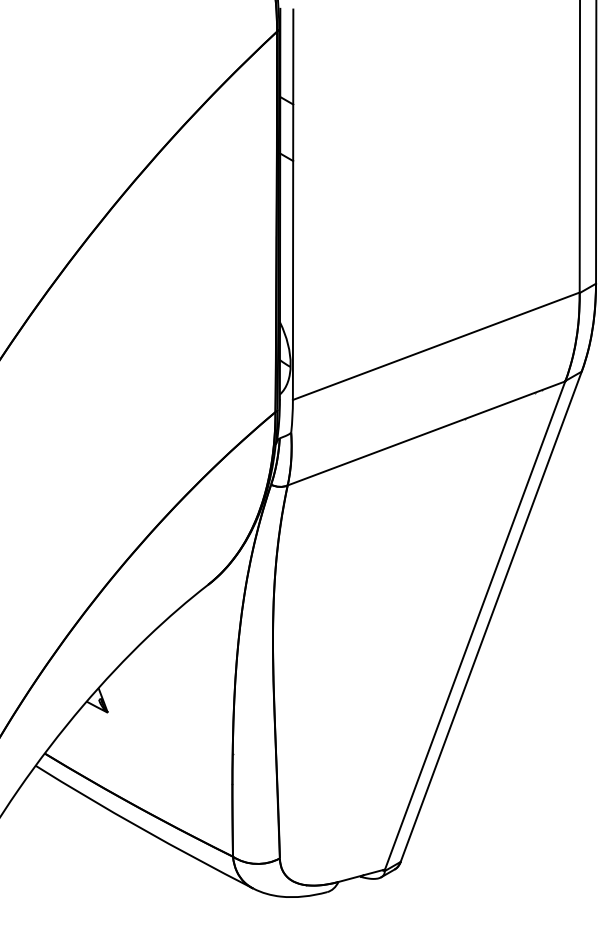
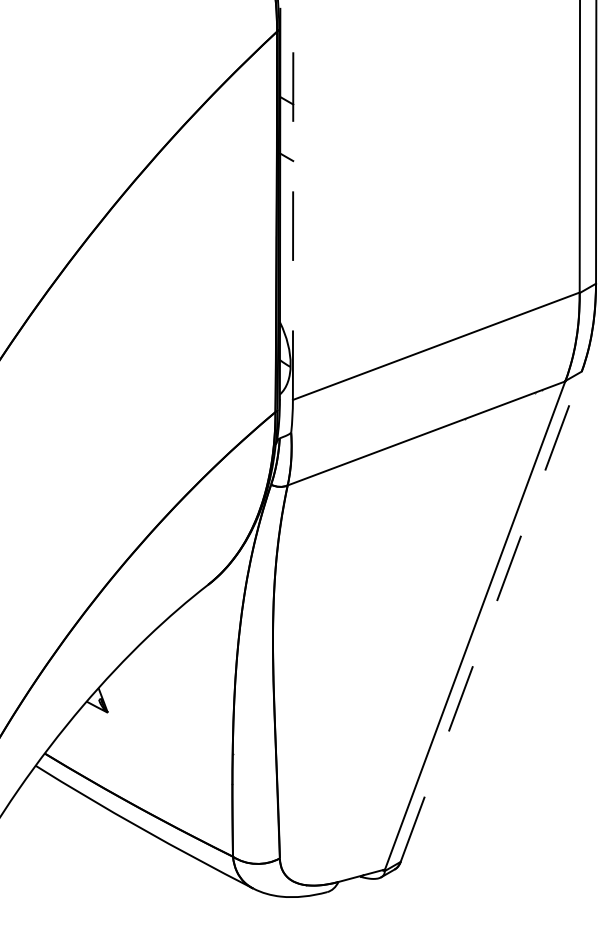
line at (293, 204): solid -> dashed
line at (491, 616): solid -> dashed
